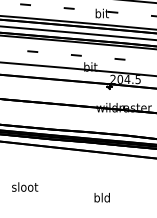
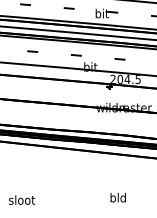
text at (25, 186) position: (25, 186) -> (22, 199)
text at (101, 197) position: (101, 197) -> (117, 197)
